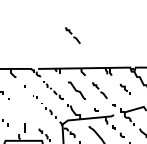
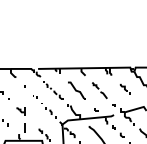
part at (72, 35): present -> none
part at (20, 111): none -> present
